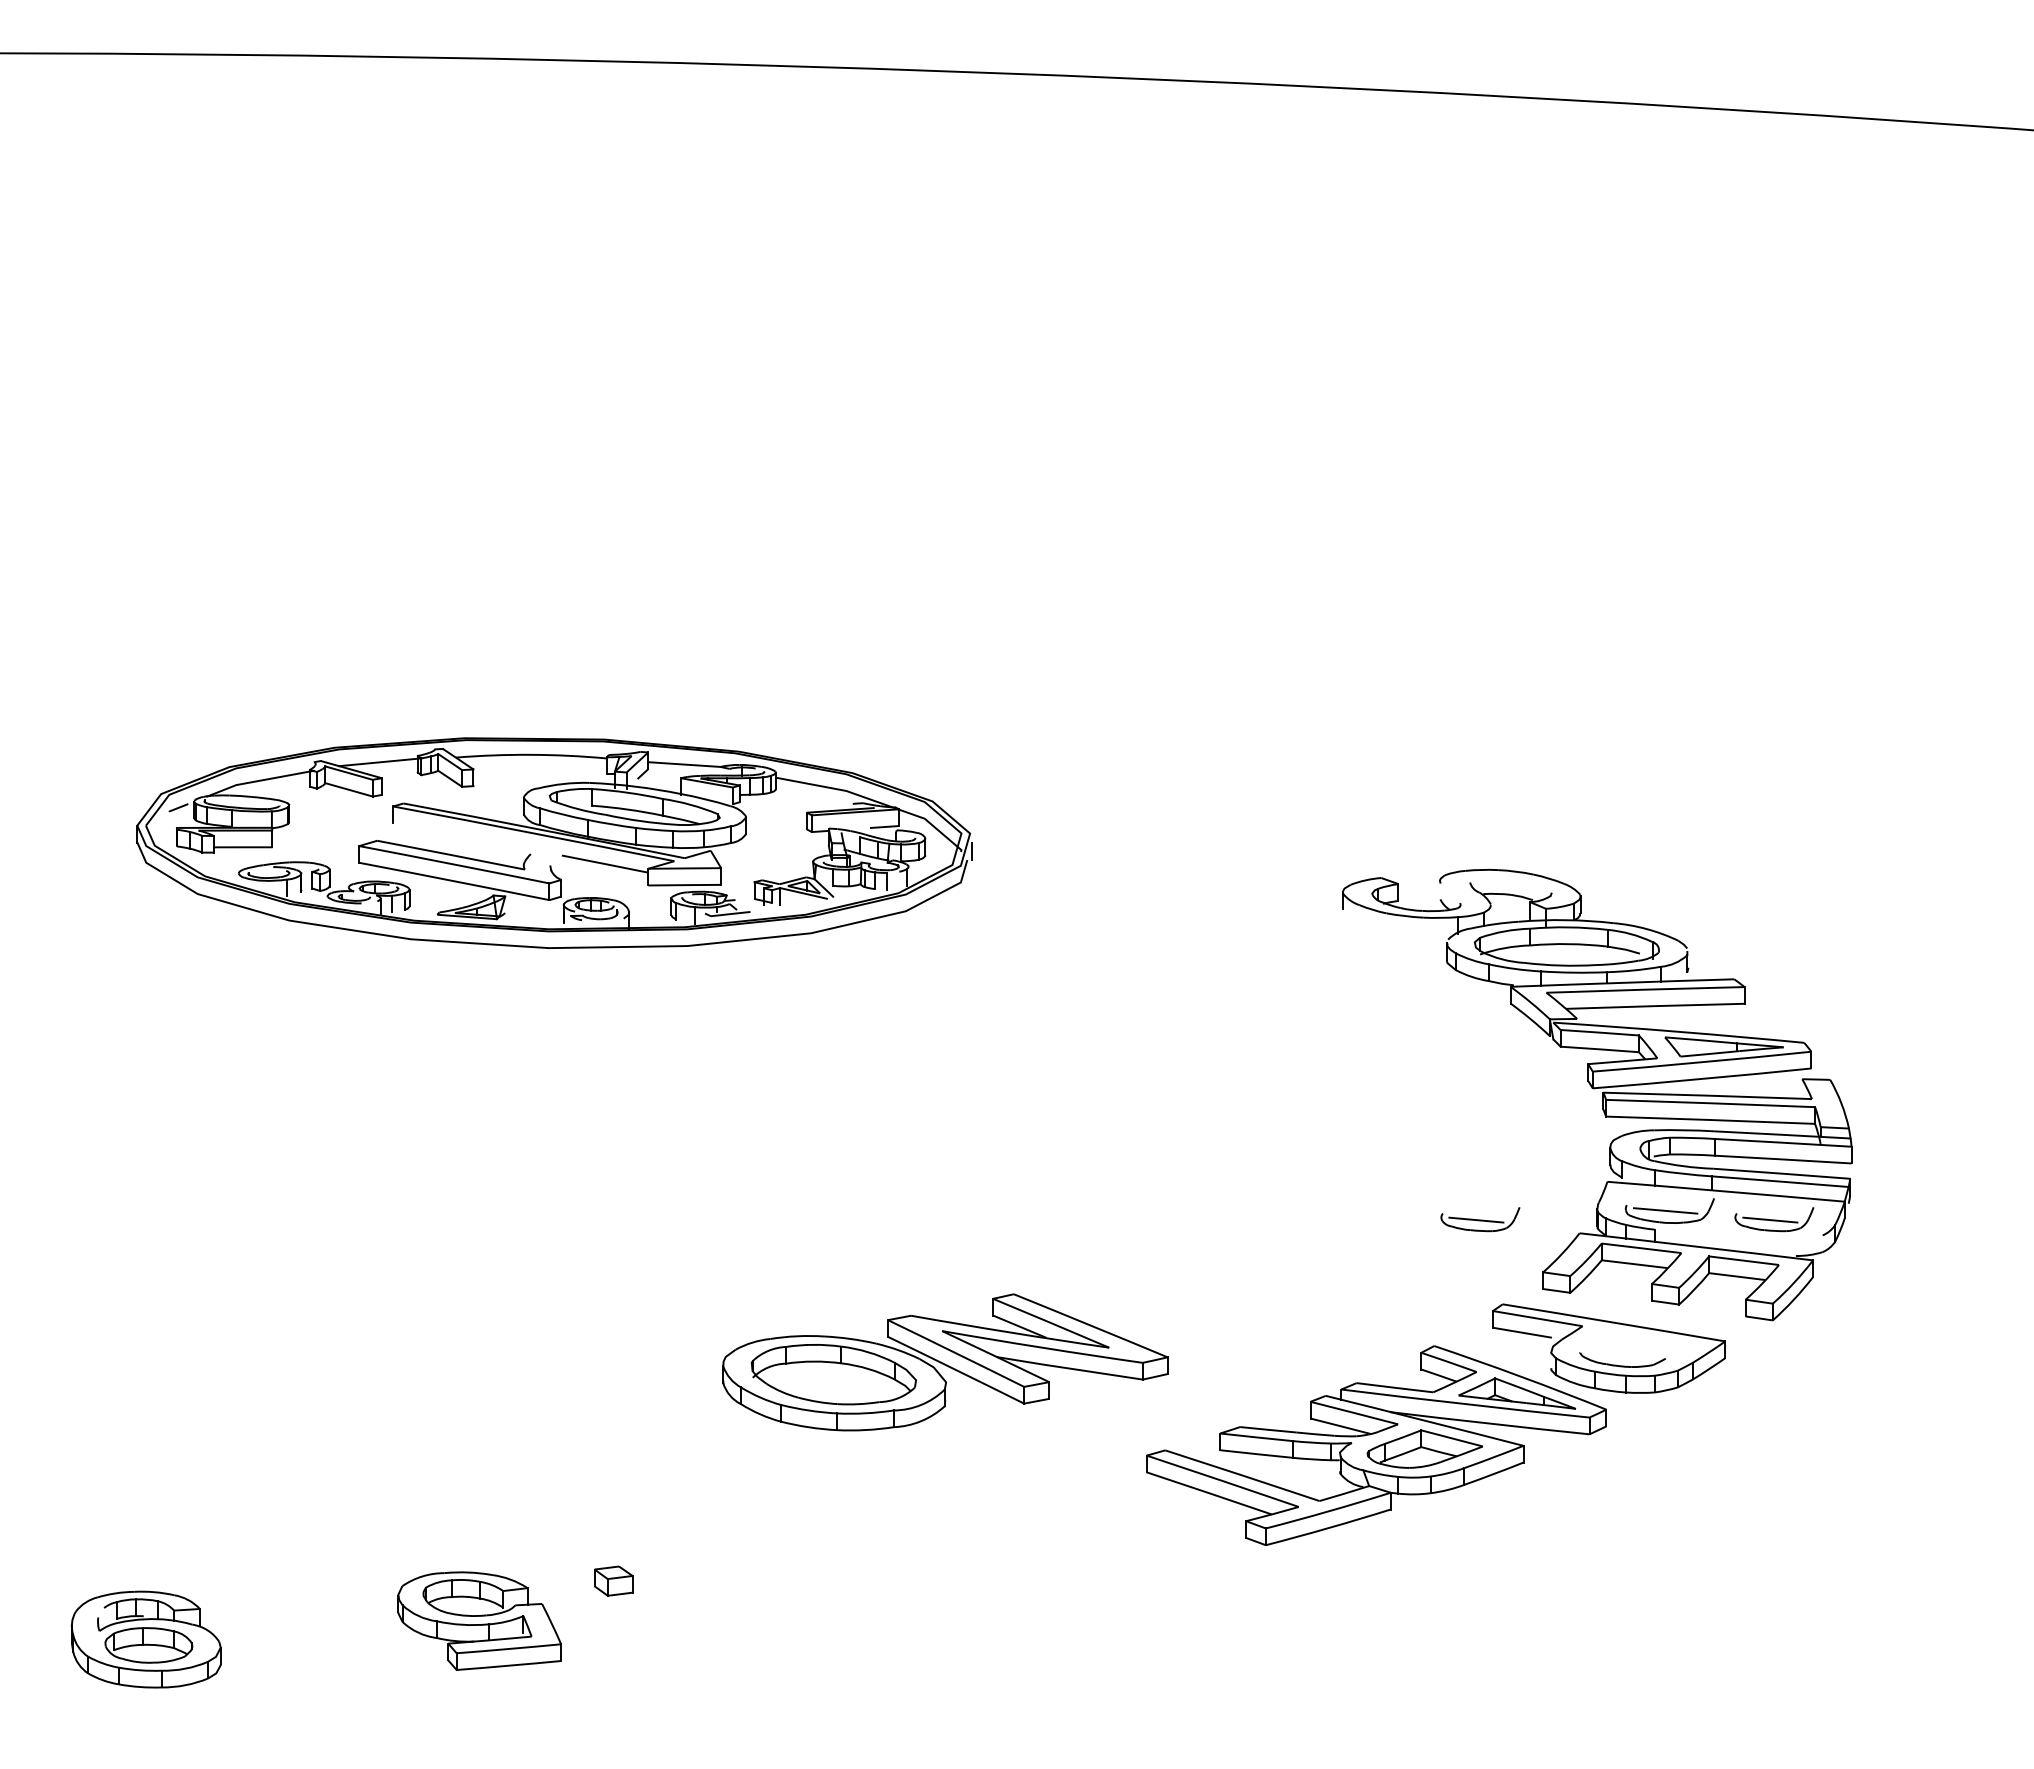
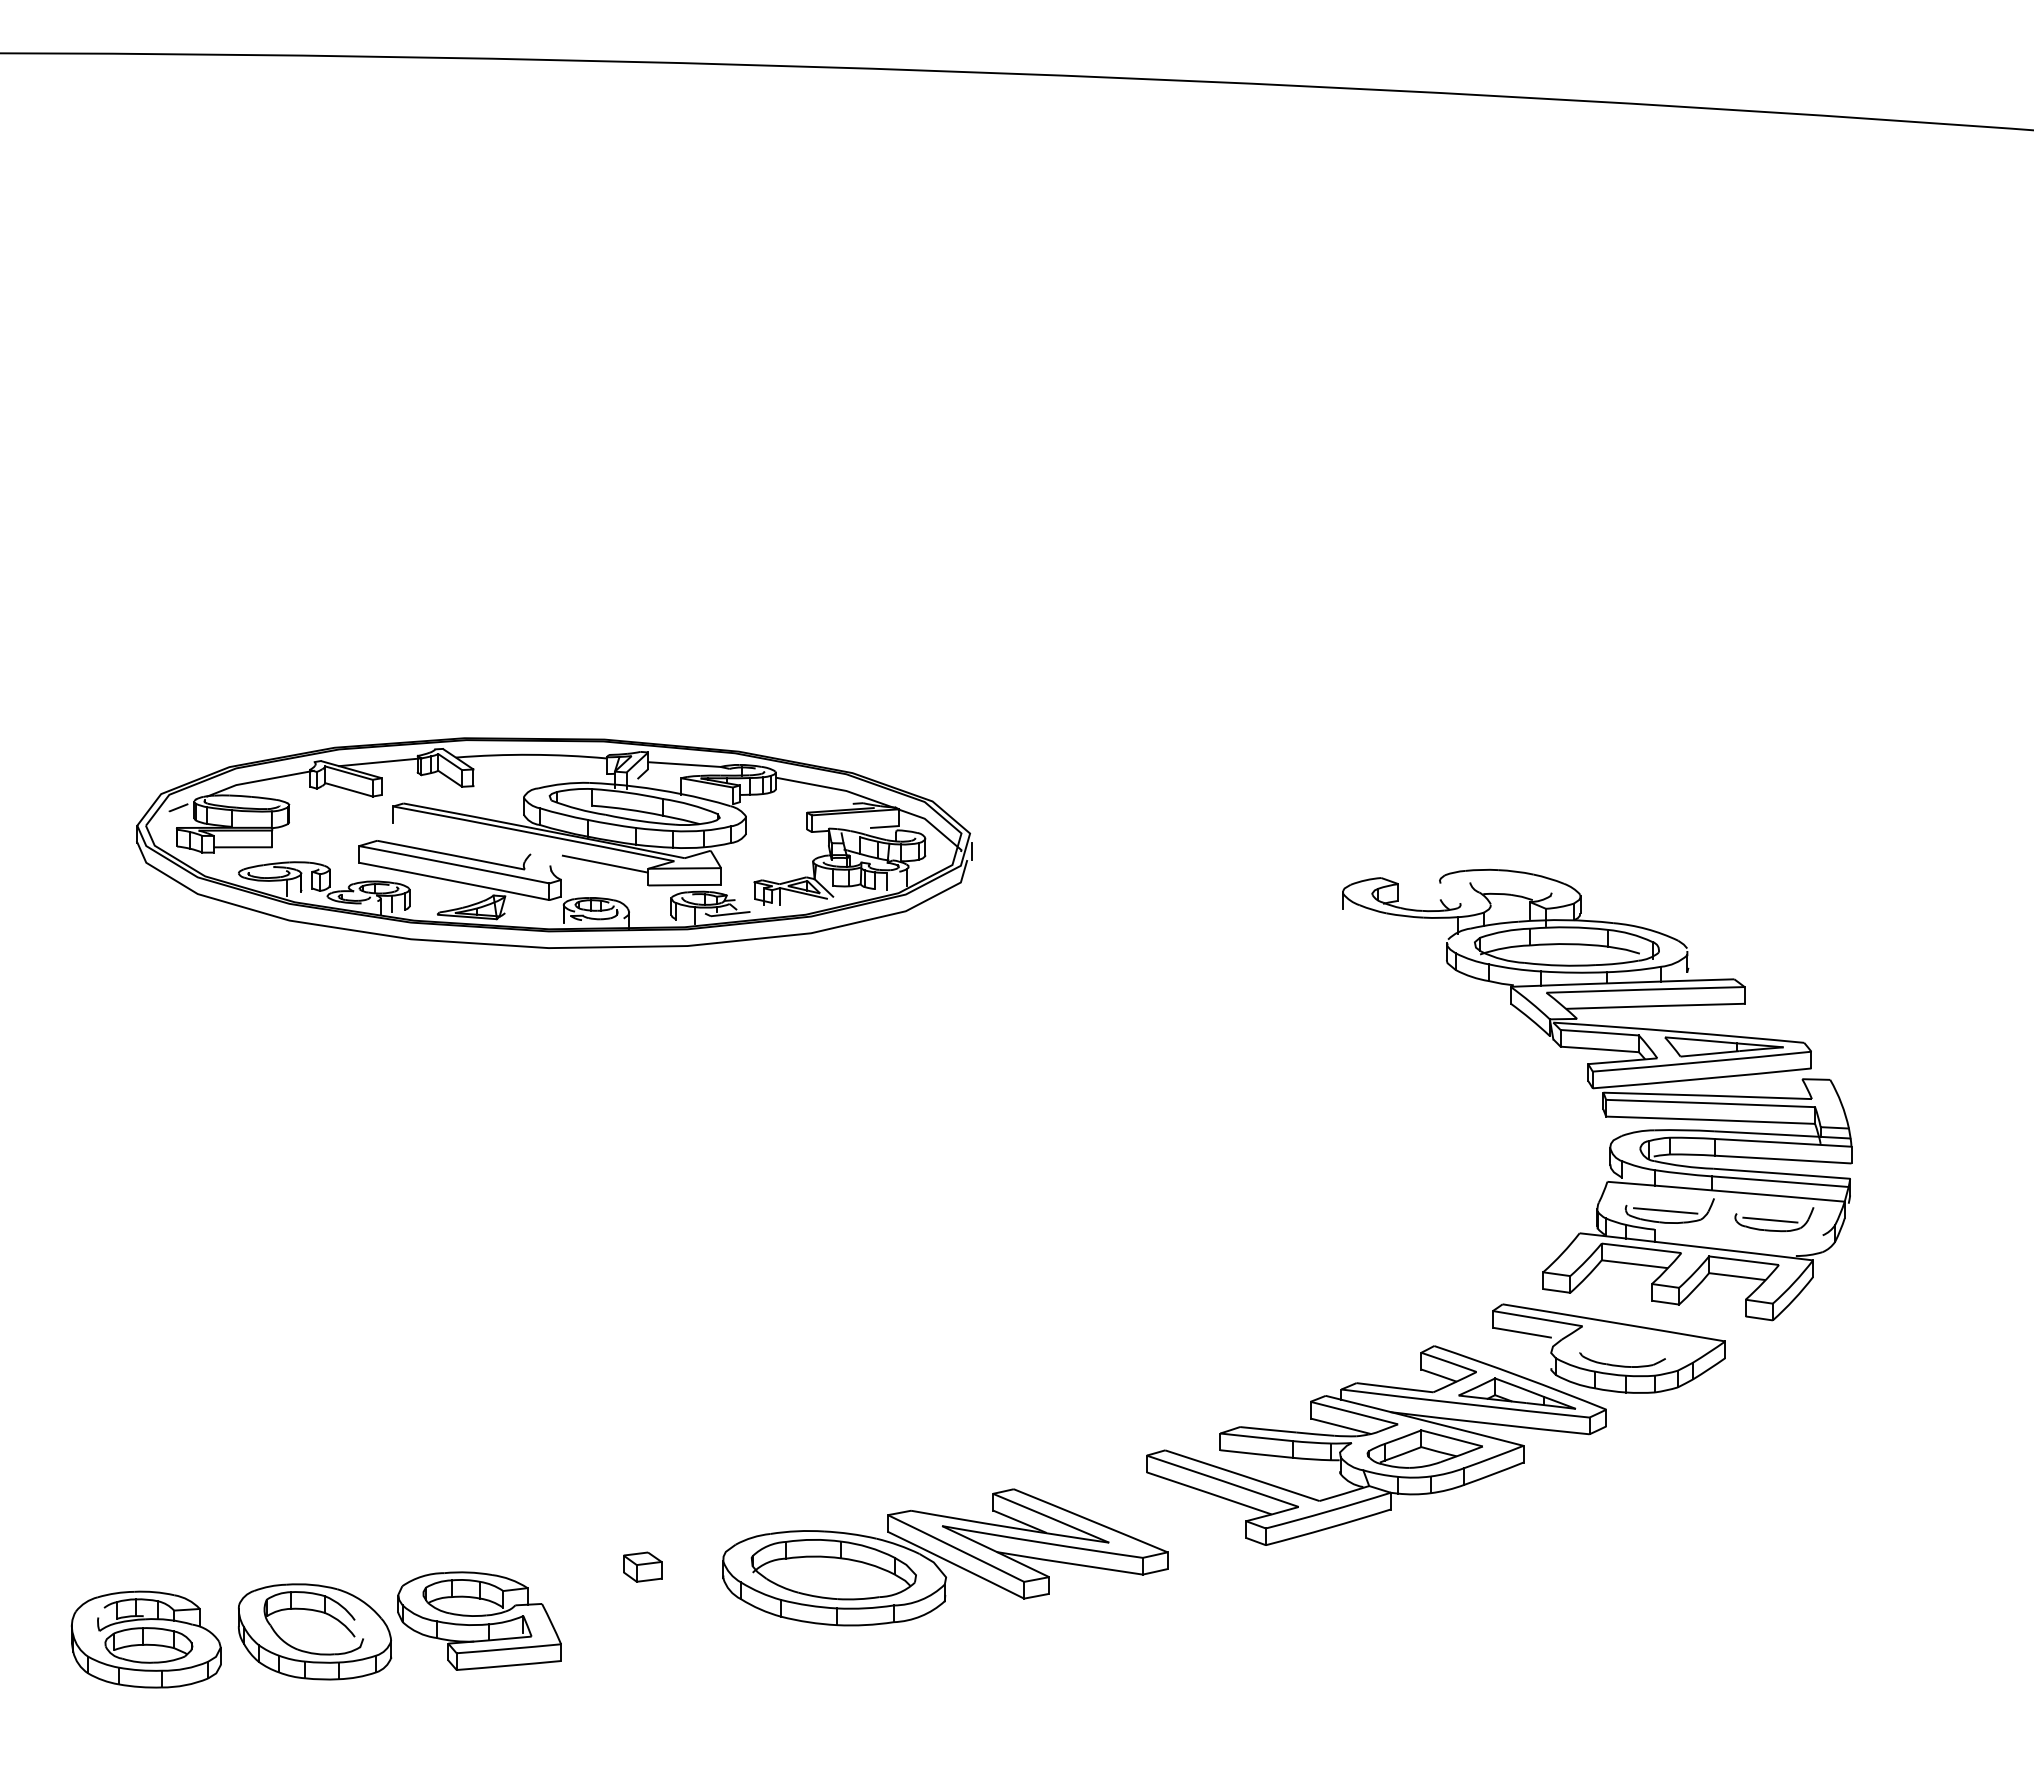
part at (1480, 1219): present -> none
part at (945, 1362) position: (945, 1362) -> (945, 1557)
part at (613, 1580) position: (613, 1580) -> (642, 1566)
part at (315, 1631): none -> present
